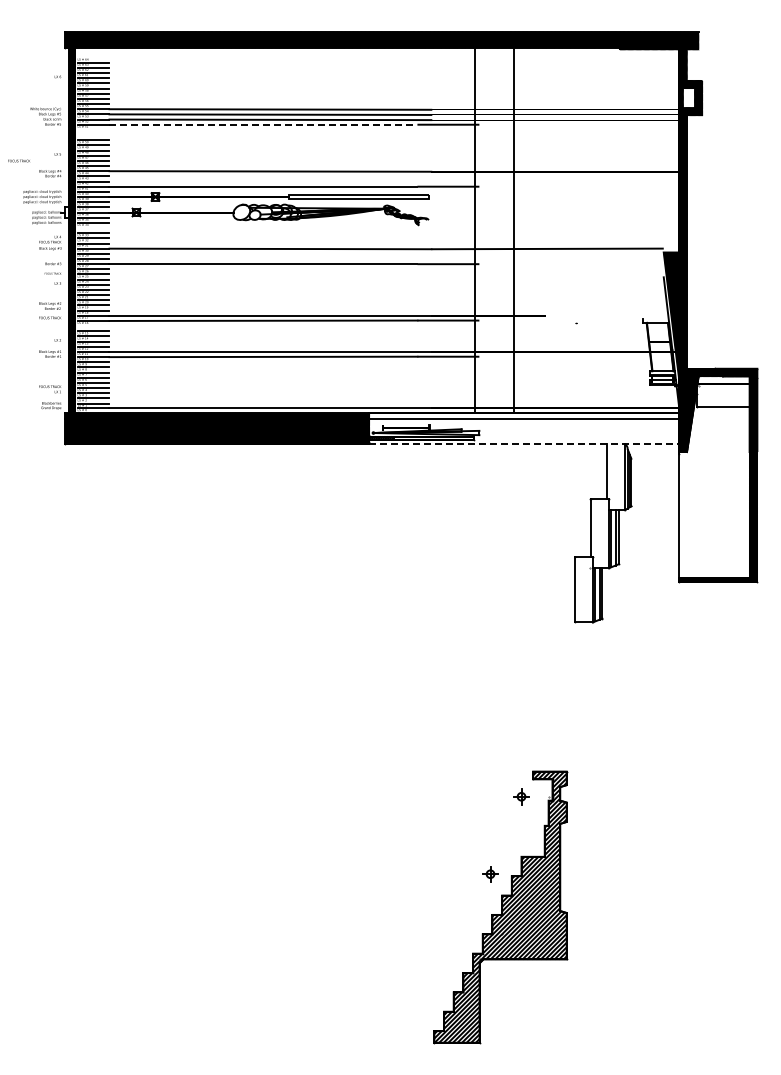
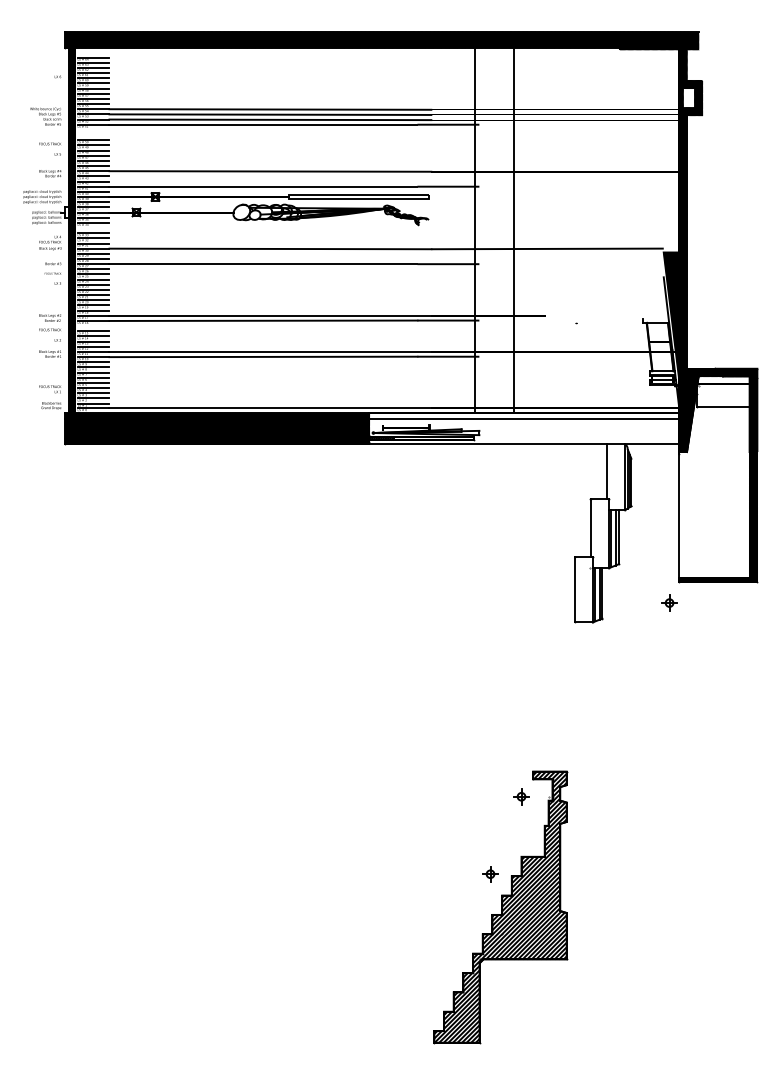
line at (93, 57): none -> present
line at (263, 124): dashed -> solid
text at (18, 160) position: (18, 160) -> (49, 143)
text at (49, 310) position: (49, 310) -> (49, 322)
line at (524, 444): dashed -> solid
part at (669, 602): none -> present
